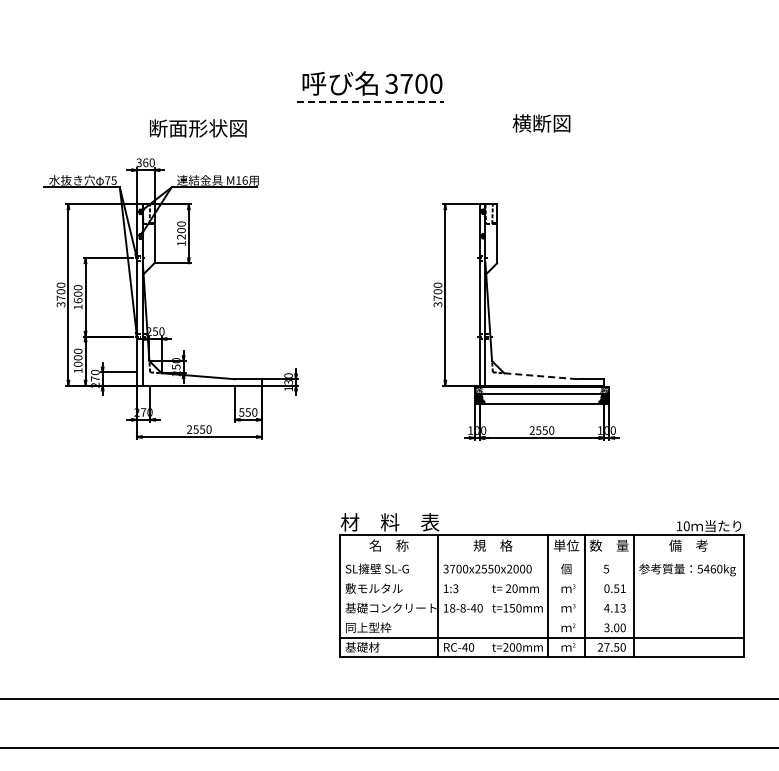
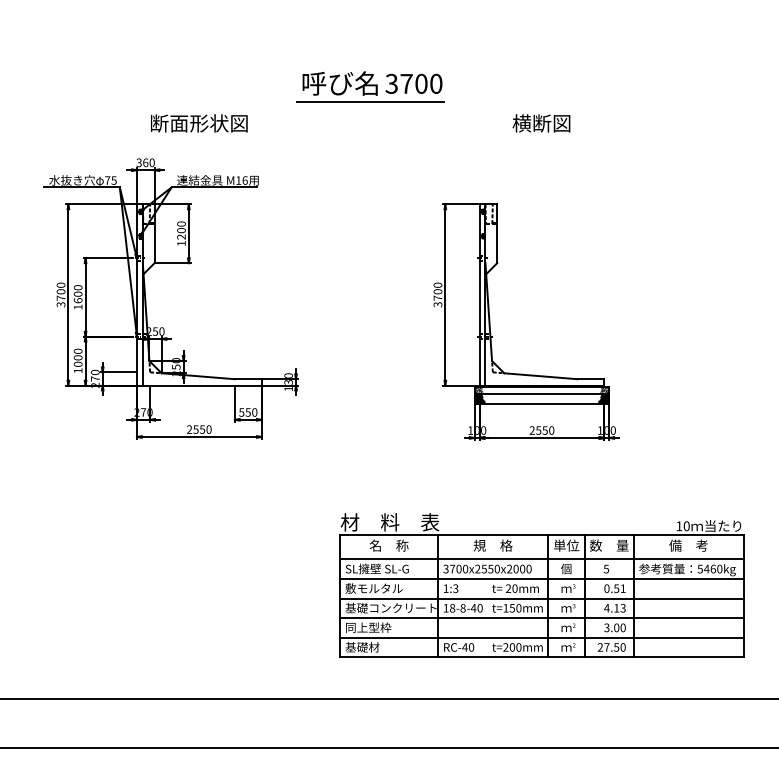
line at (371, 101): dashed -> solid
text at (198, 128) position: (198, 128) -> (199, 123)
line at (540, 376): dashed -> solid
line at (541, 559): none -> present
line at (541, 578): none -> present
line at (541, 598): none -> present
line at (541, 618): none -> present
